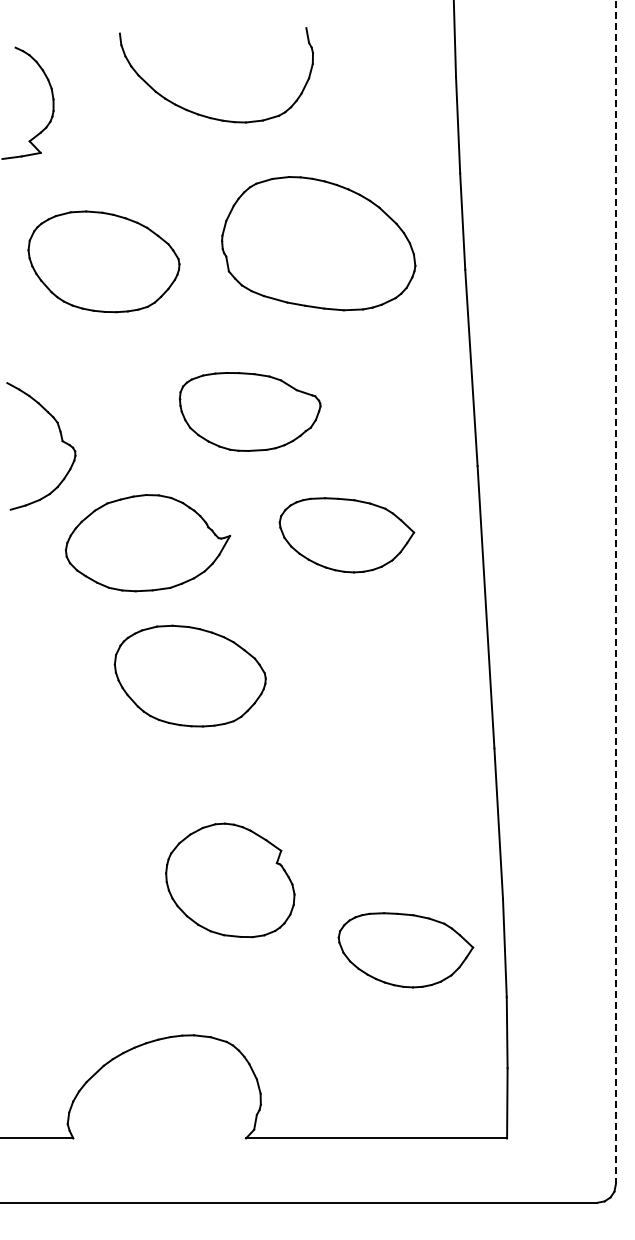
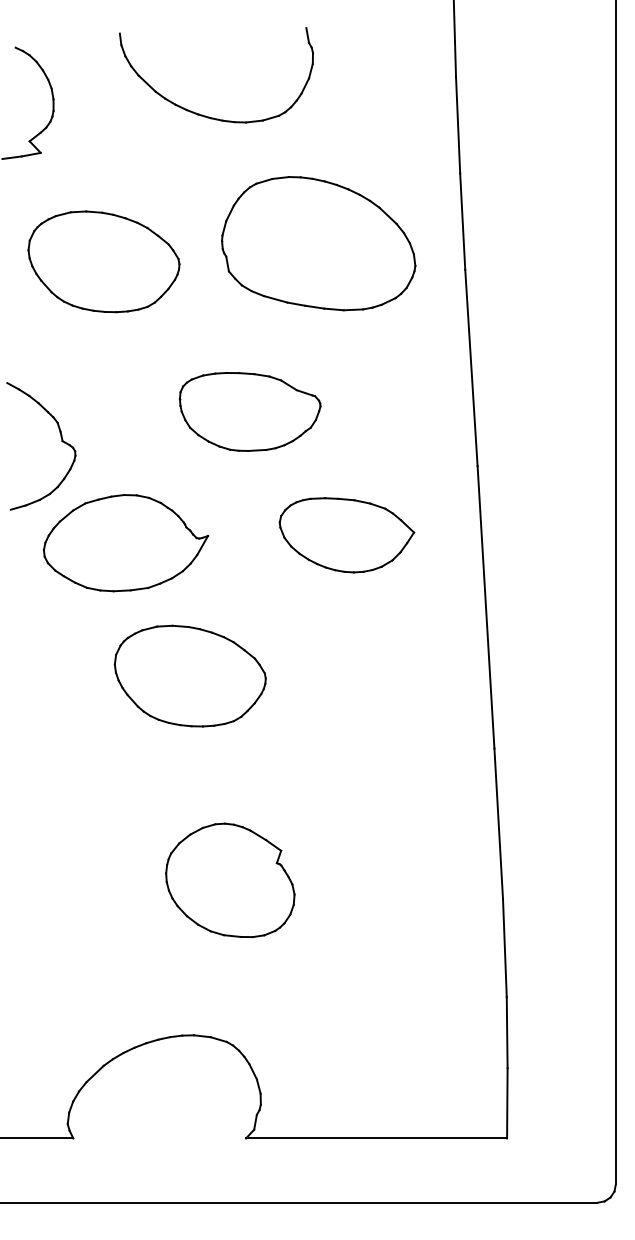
part at (148, 543) position: (148, 543) -> (126, 543)
line at (615, 592): dashed -> solid
part at (405, 950): present -> none
